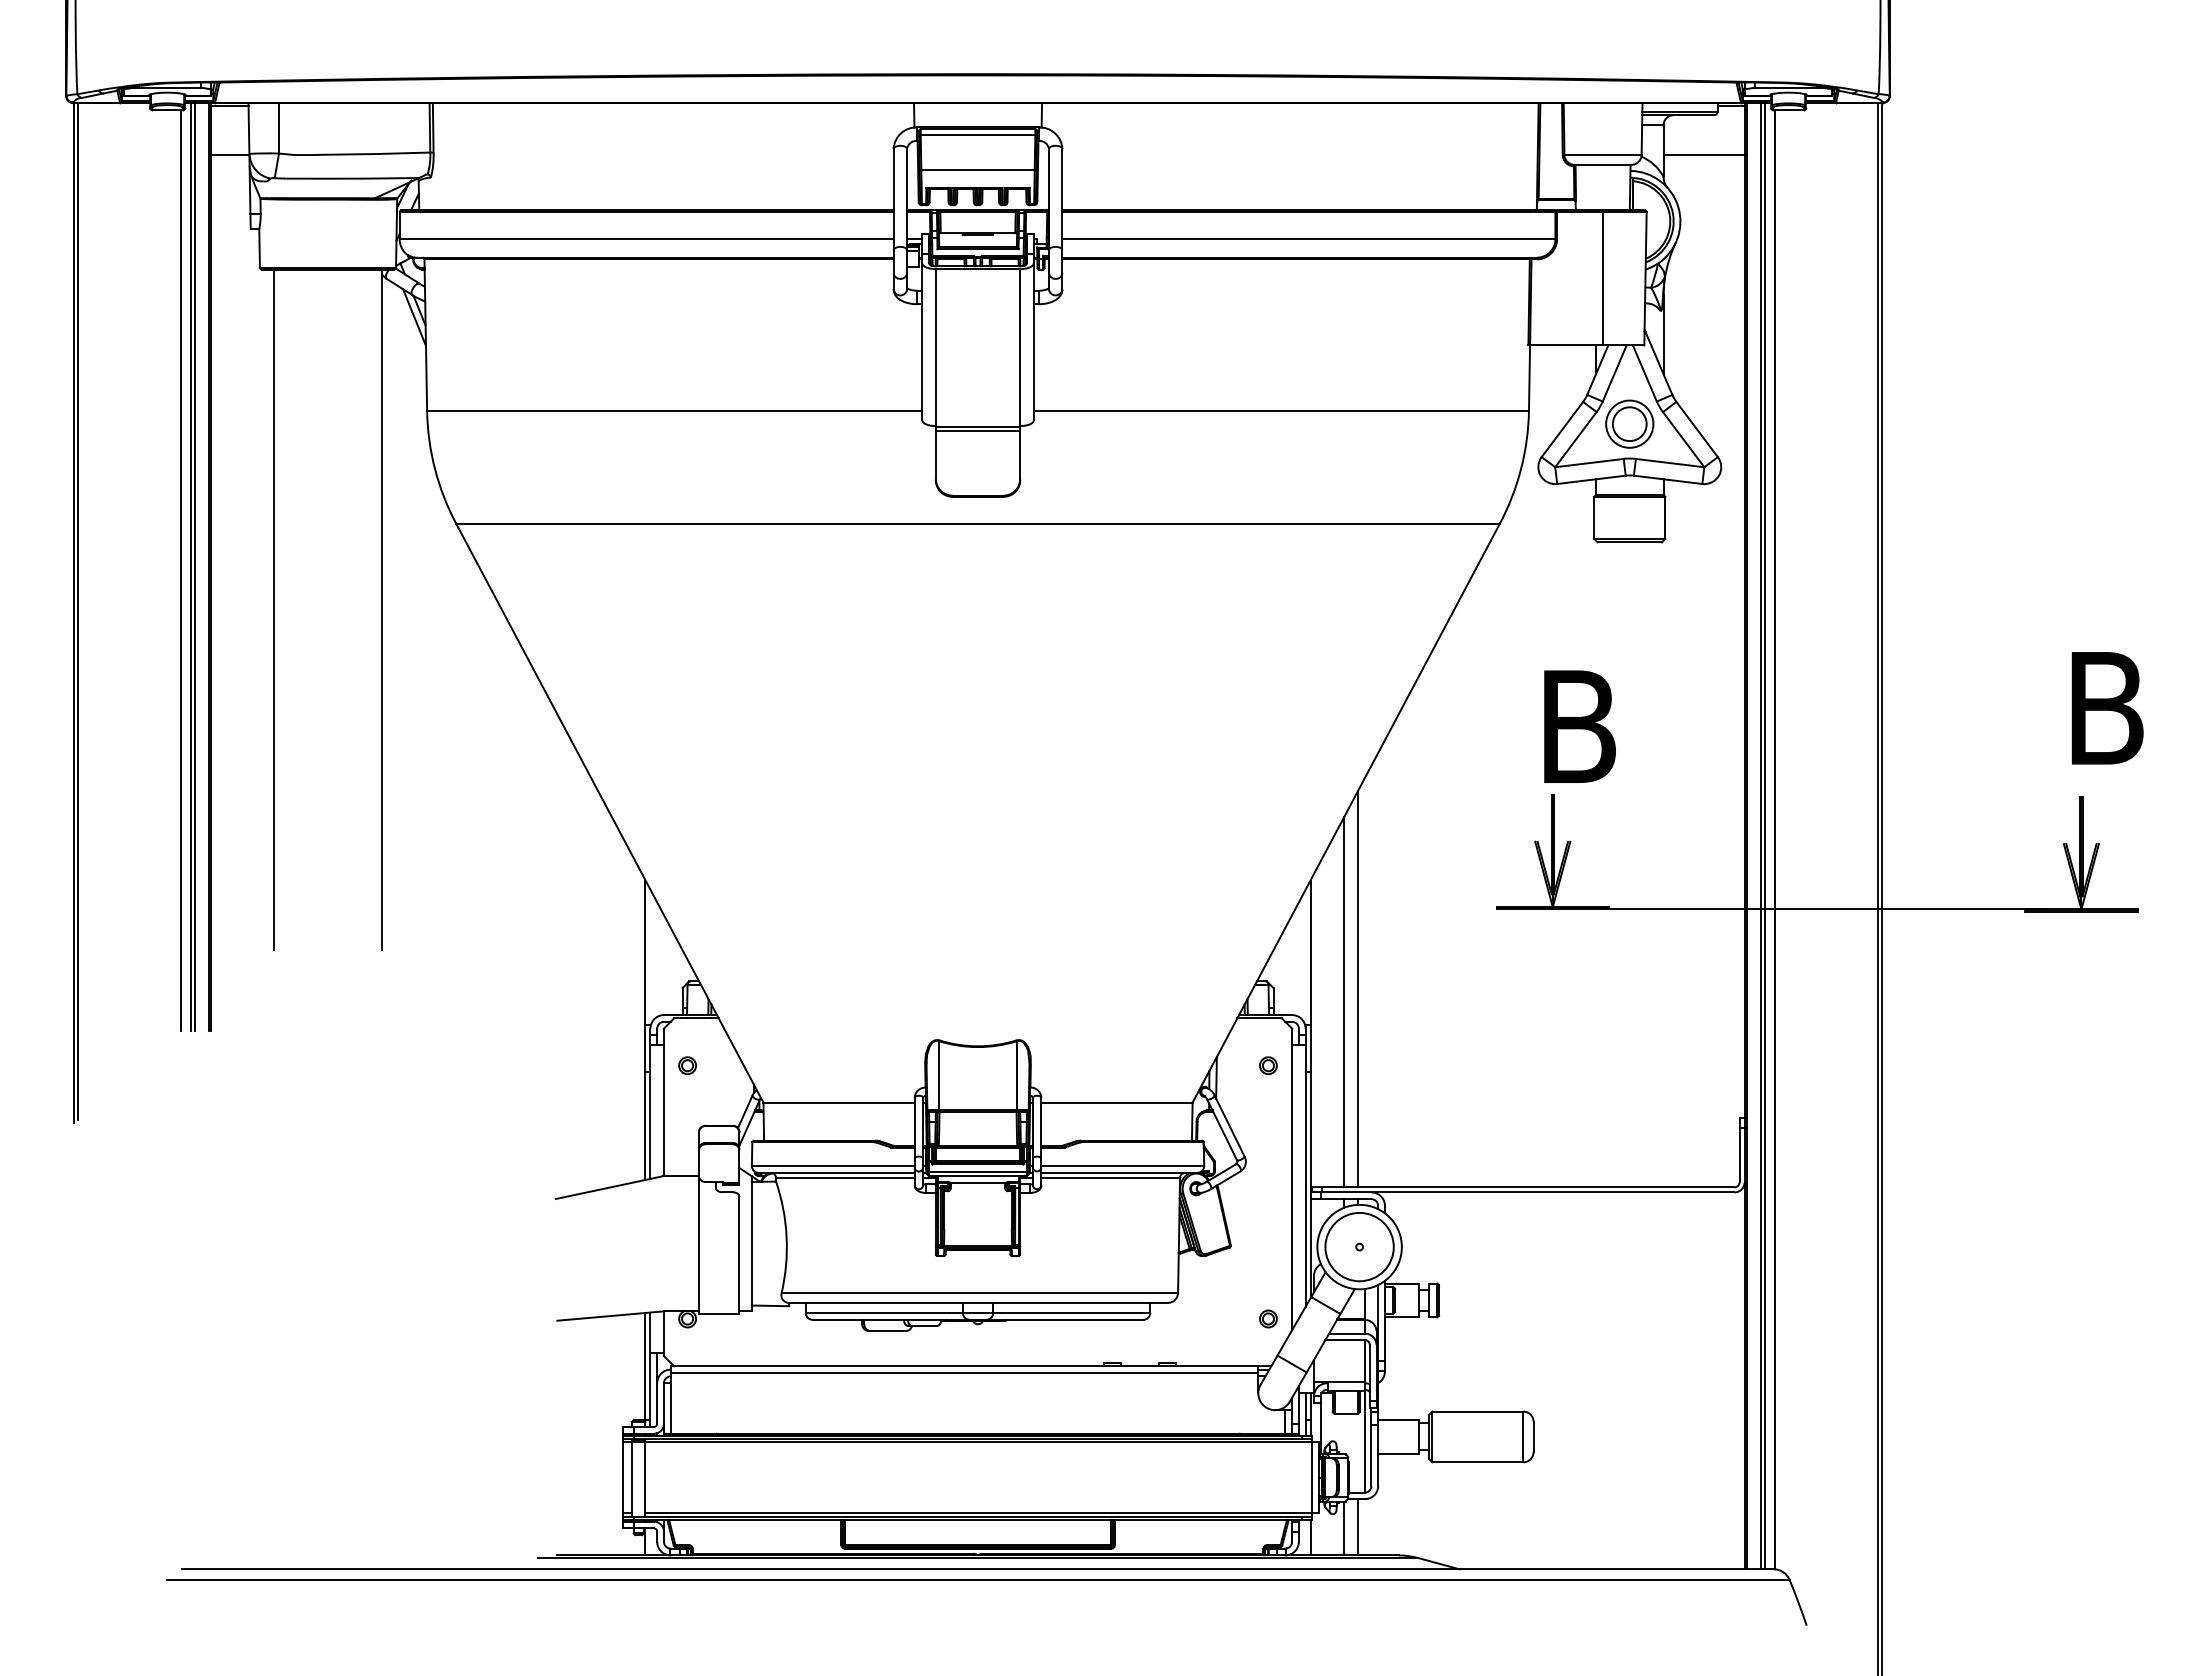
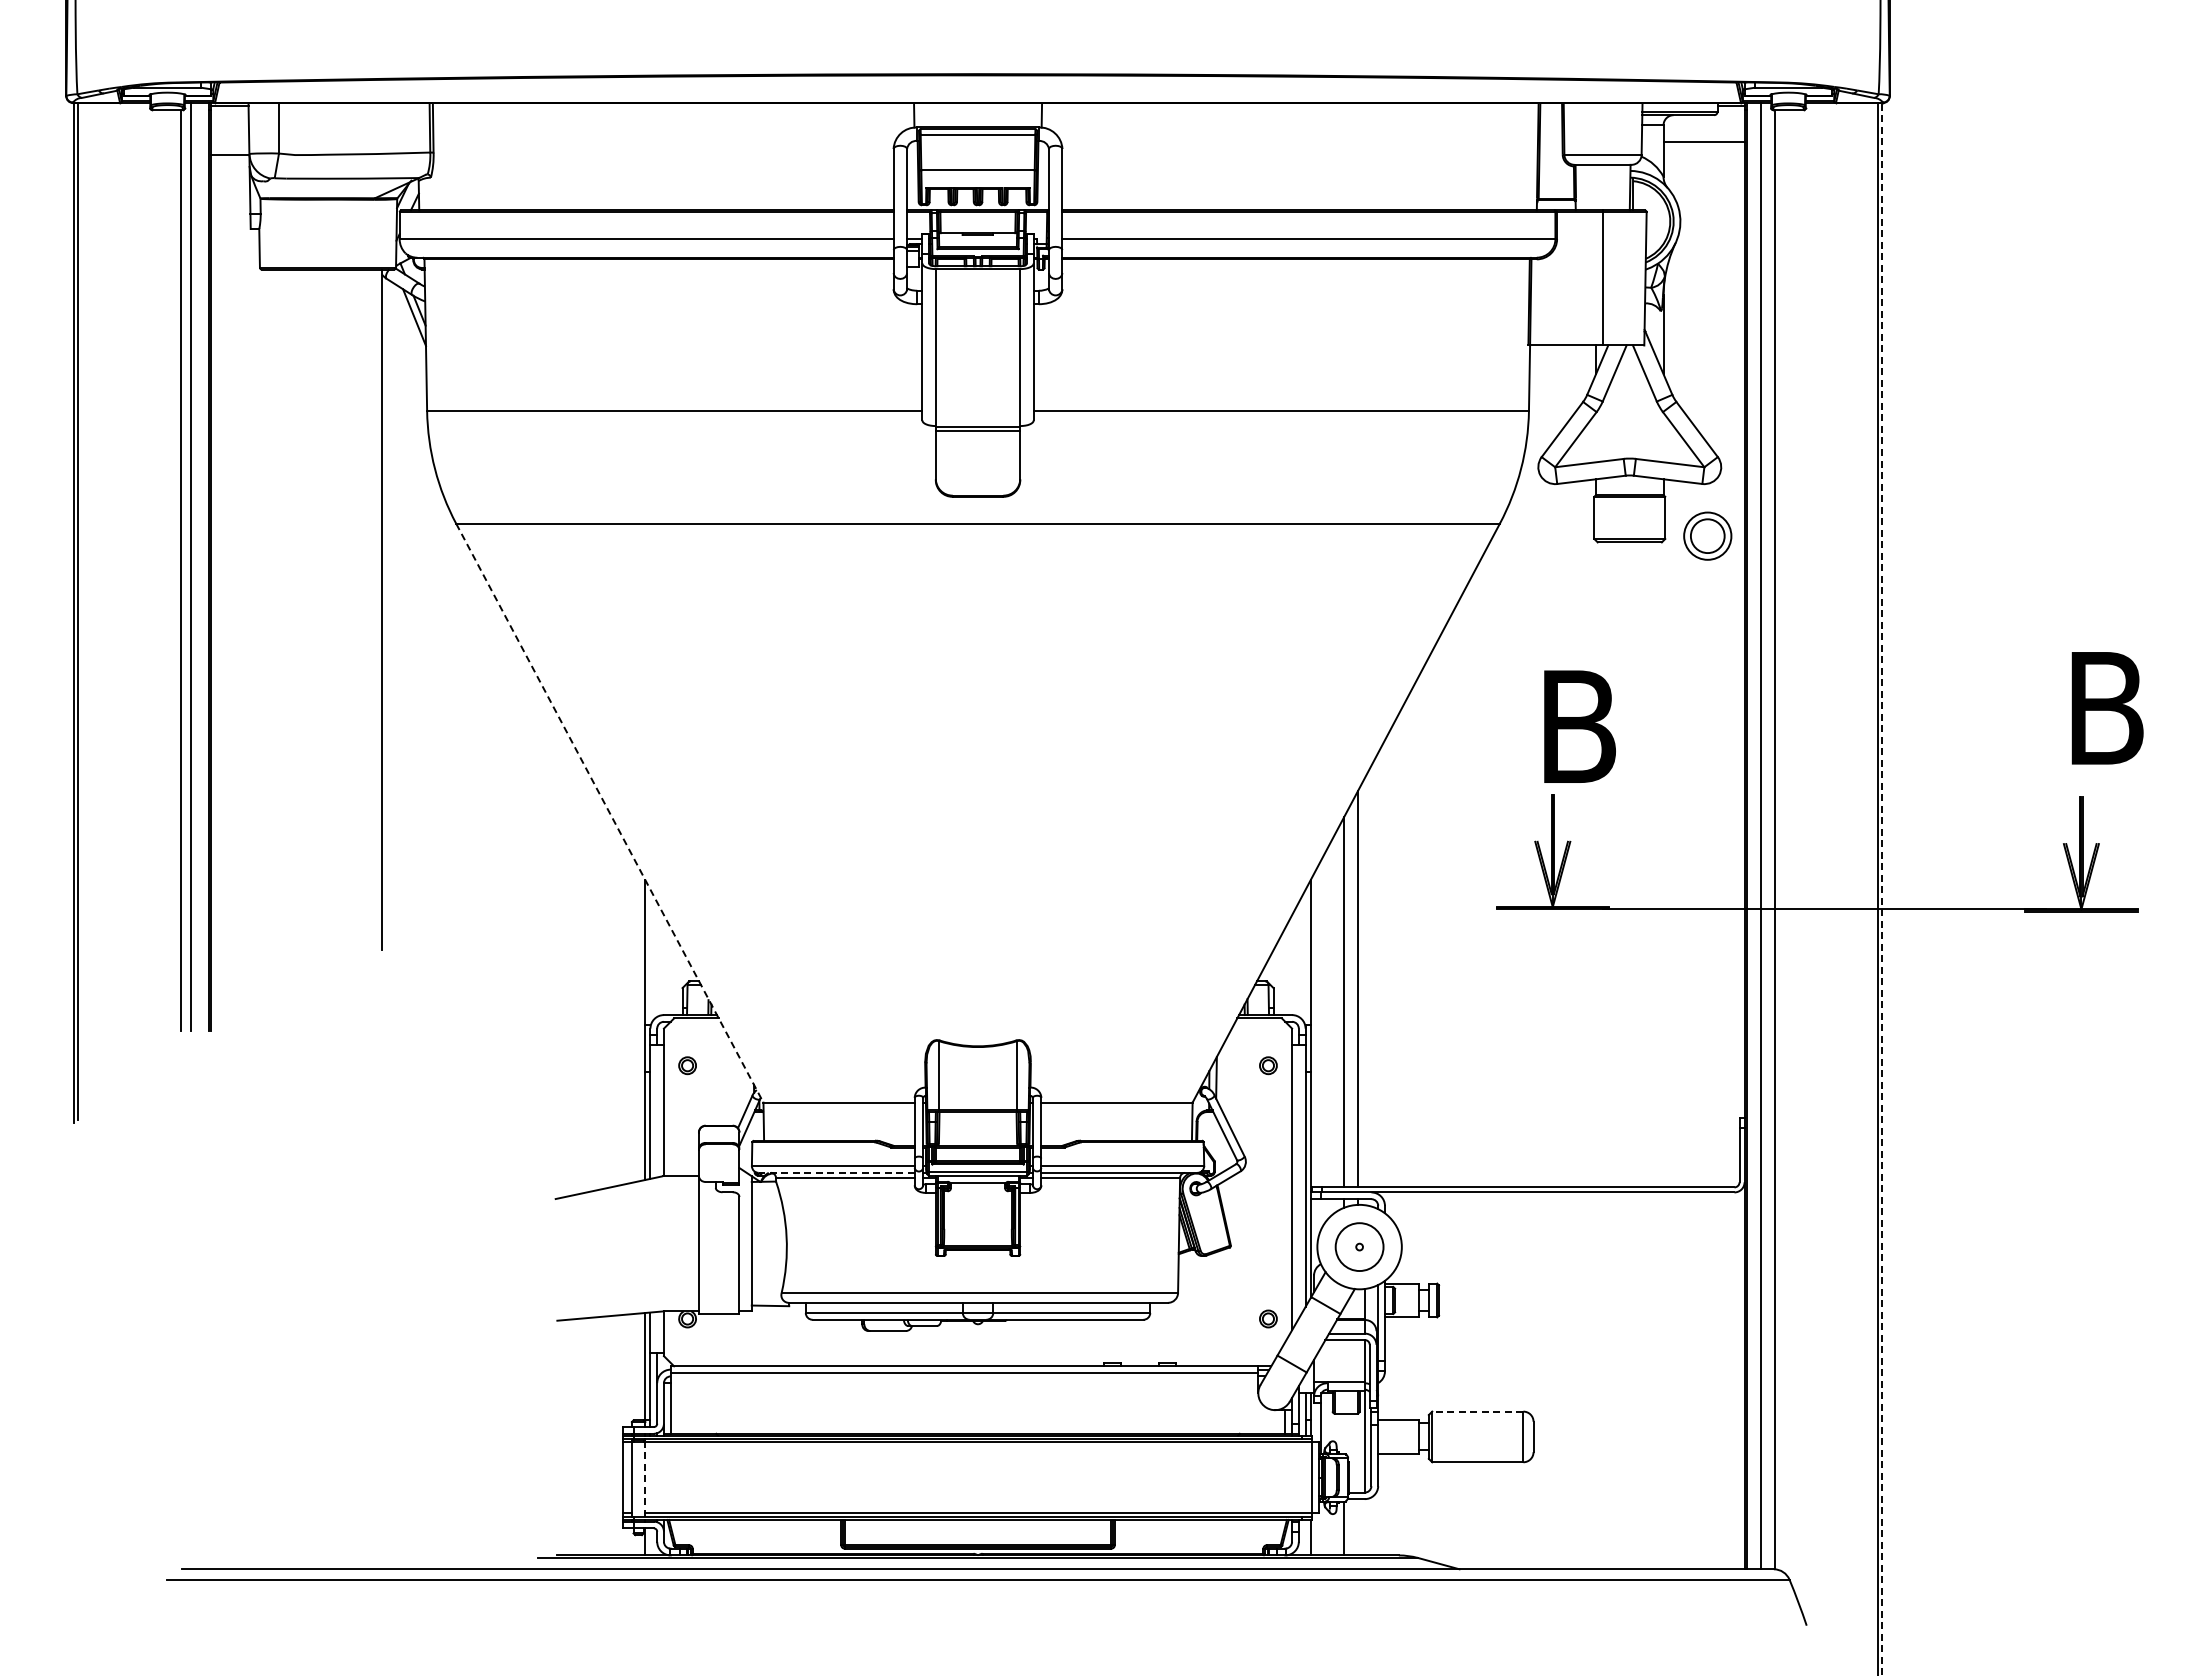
line at (1703, 154) position: (1703, 154) -> (1703, 141)
part at (1629, 423) position: (1629, 423) -> (1707, 535)
line at (195, 567): present -> none
line at (273, 609): present -> none
line at (609, 813): solid -> dashed
line at (1765, 836): present -> none
line at (1882, 888): solid -> dashed
line at (836, 1172): solid -> dashed
circle at (1359, 1246) diameter: 68 px -> 48 px
line at (1477, 1411): solid -> dashed
line at (645, 1478): solid -> dashed
line at (1357, 1527): present -> none
